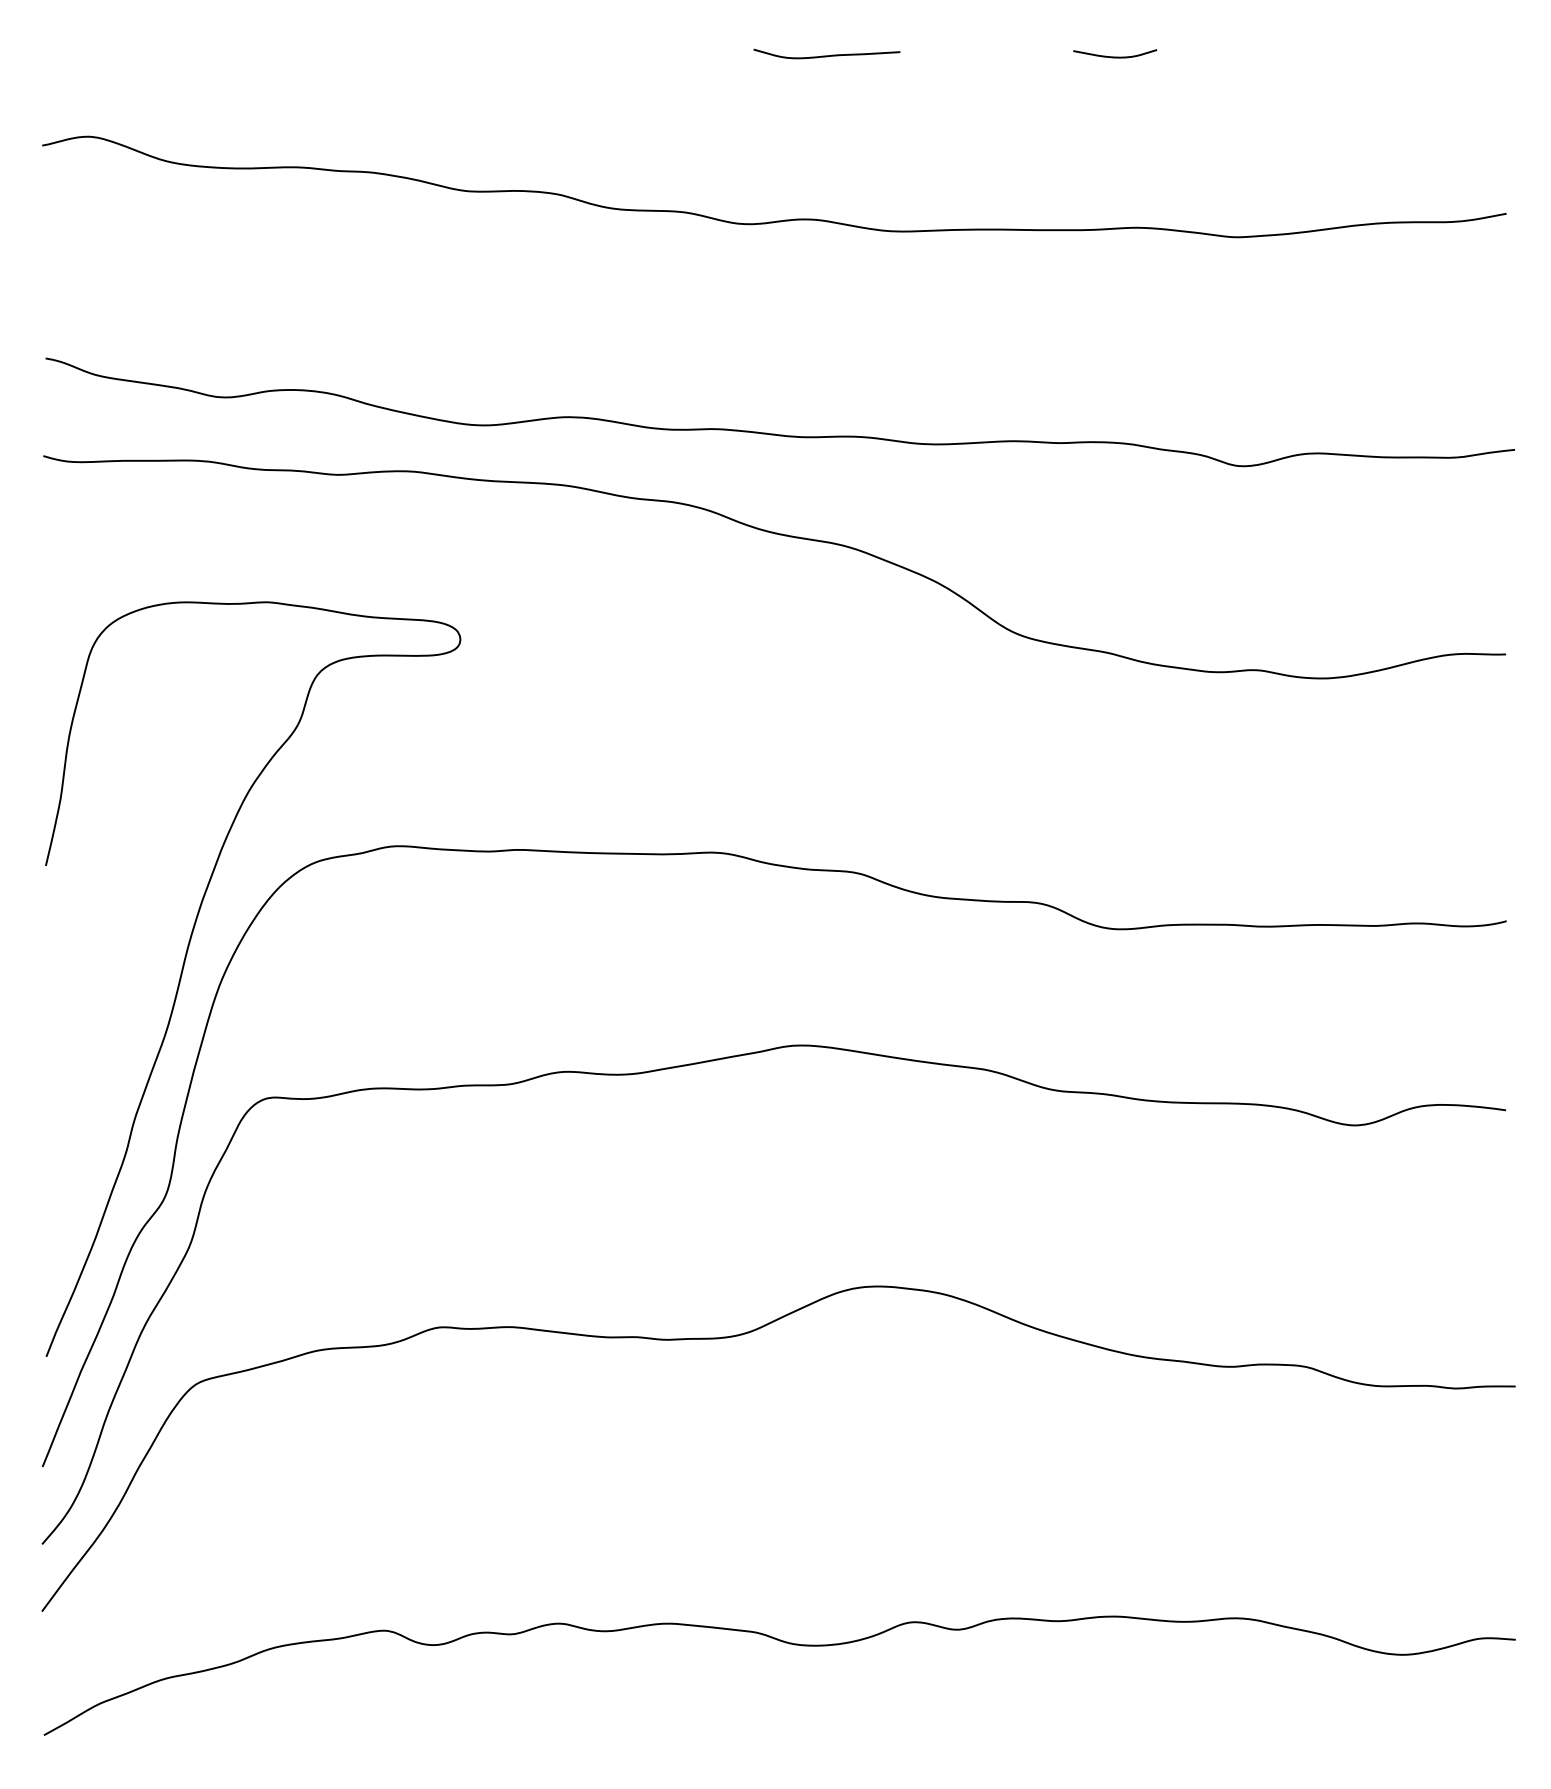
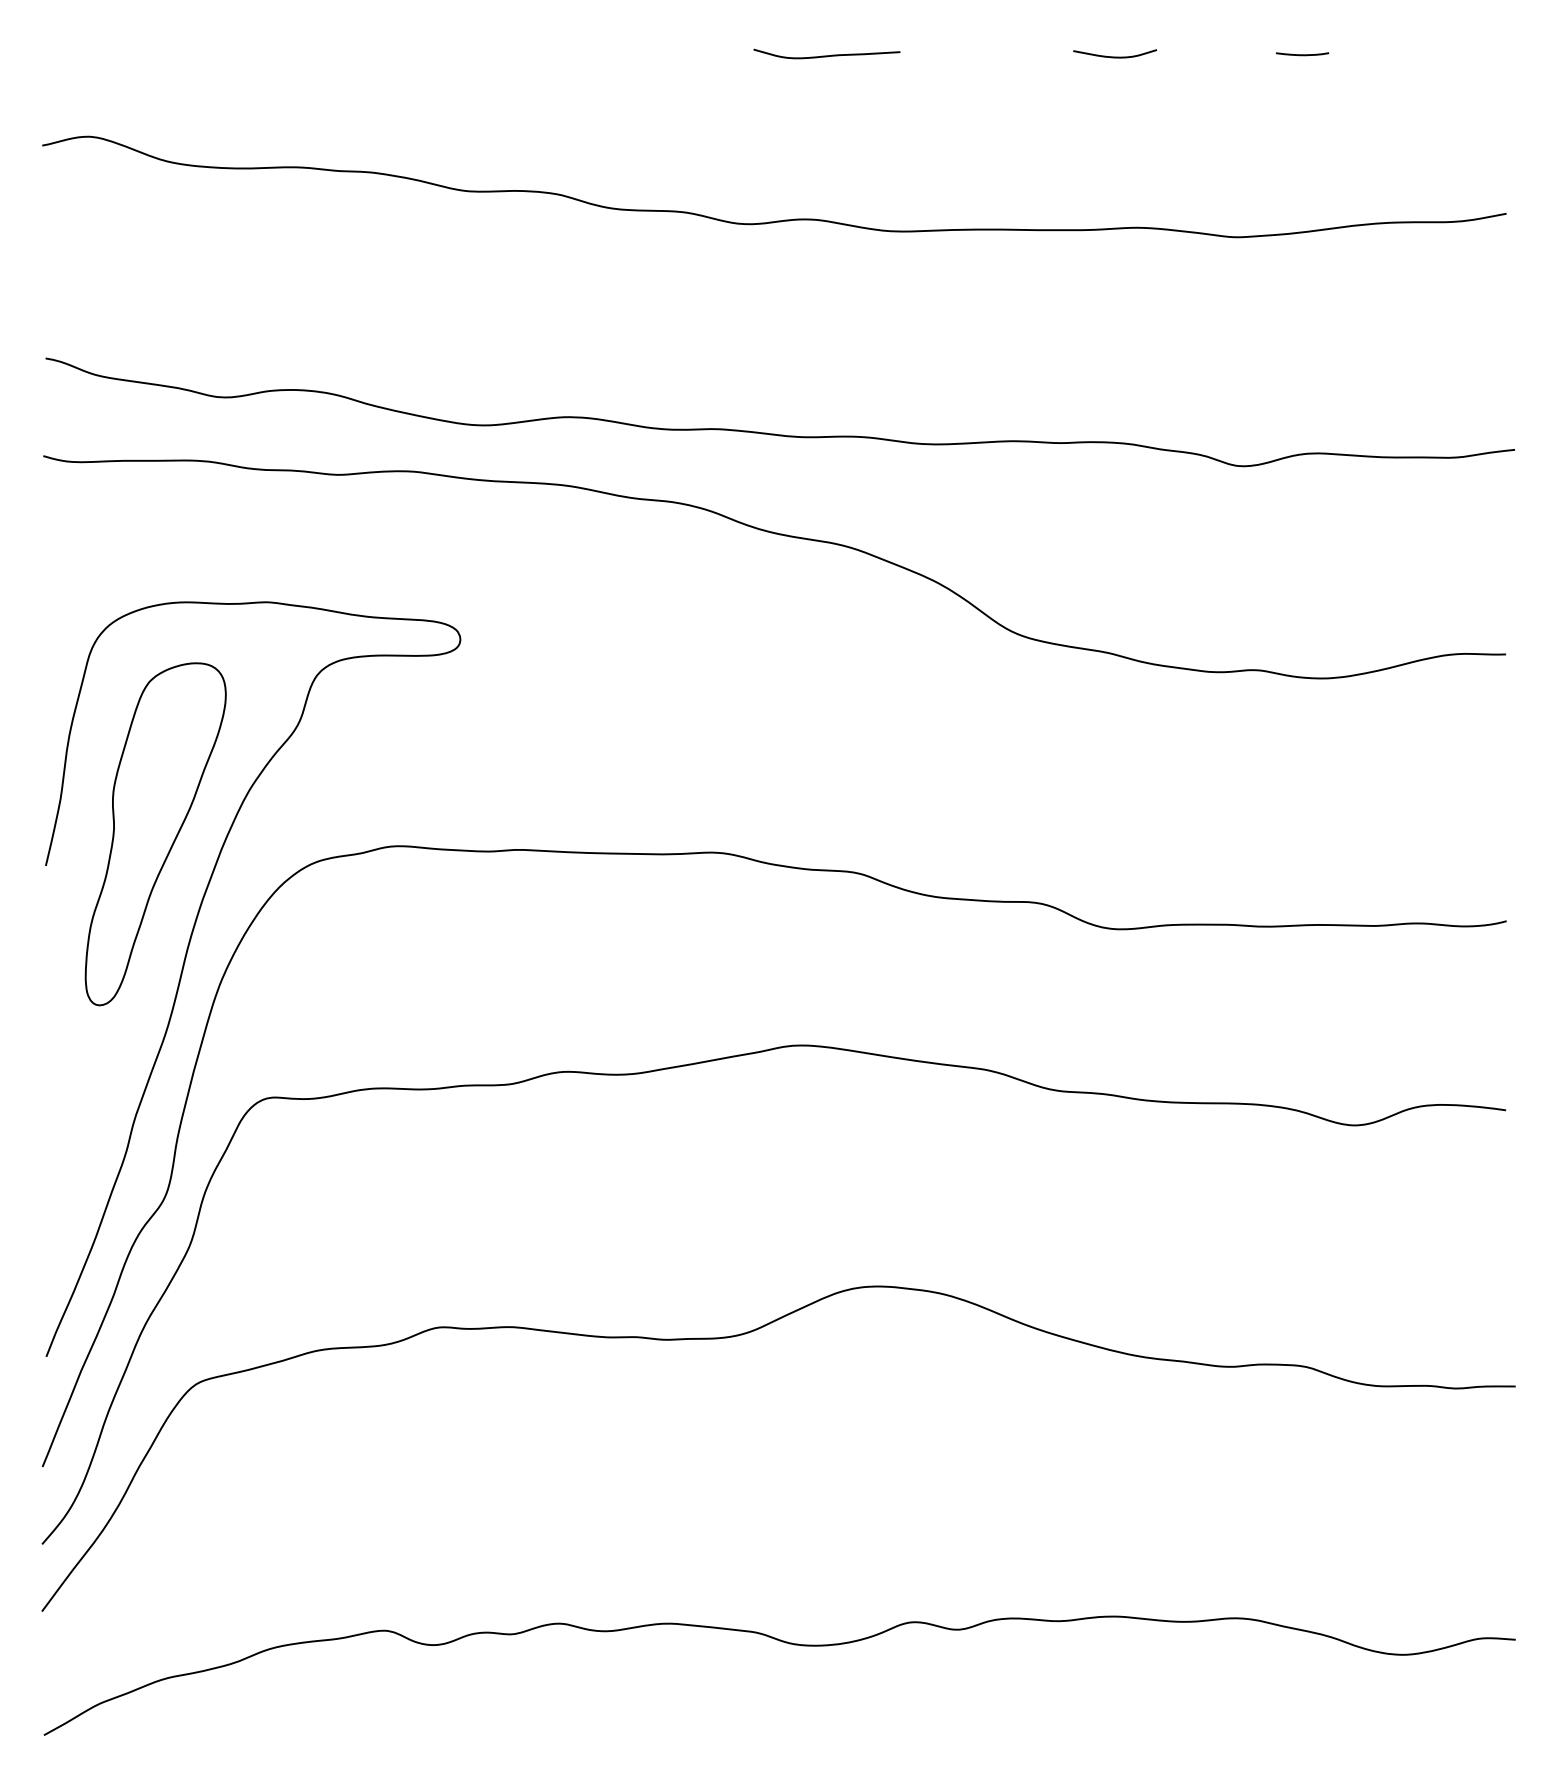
curve at (1302, 54): none -> present
part at (155, 834): none -> present
